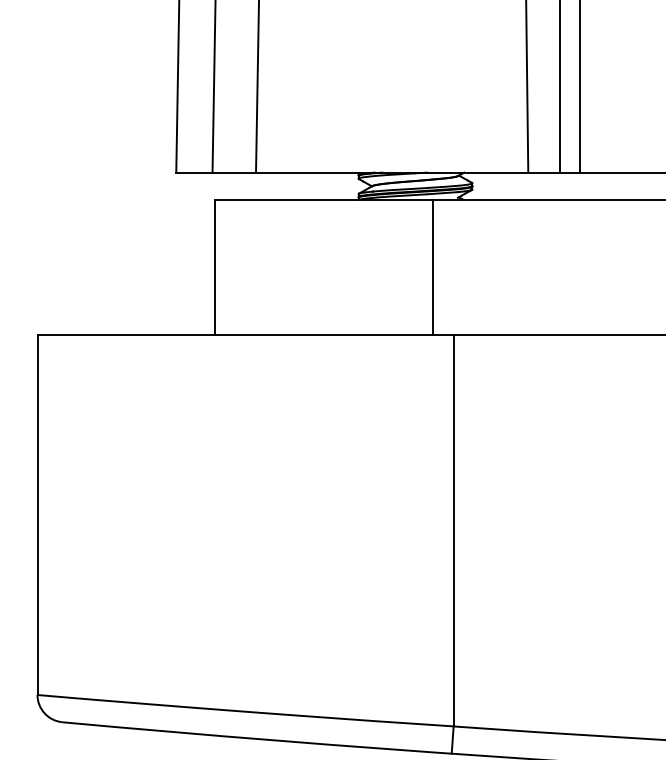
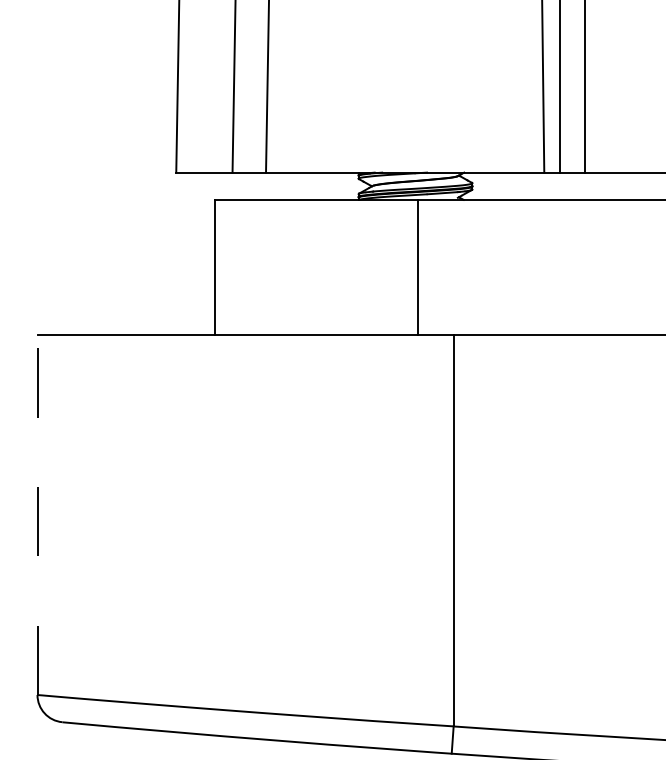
line at (213, 87) position: (213, 87) -> (233, 87)
line at (257, 87) position: (257, 87) -> (267, 87)
line at (527, 87) position: (527, 87) -> (543, 87)
line at (579, 87) position: (579, 87) -> (584, 87)
line at (433, 267) position: (433, 267) -> (418, 267)
line at (37, 515): solid -> dashed
